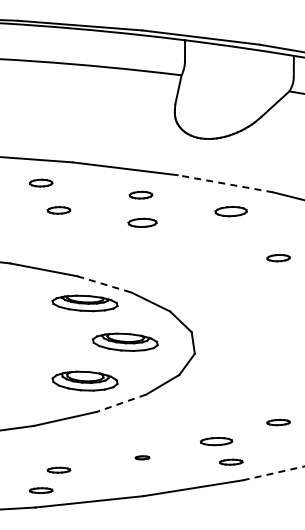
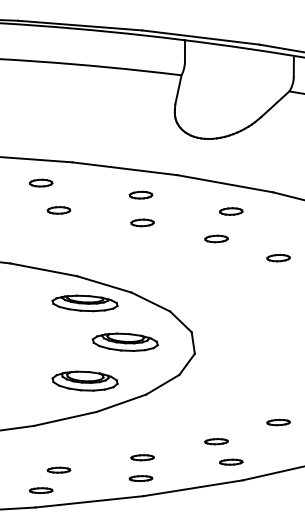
line at (225, 183): dashed -> solid
part at (230, 211) size: 34x12 px -> 25x9 px
part at (142, 222) size: 31x11 px -> 25x10 px
part at (216, 238): none -> present
line at (104, 284): dashed -> solid
line at (121, 403): dashed -> solid
part at (216, 441) size: 35x10 px -> 25x8 px
part at (142, 457) size: 17x6 px -> 25x8 px
line at (273, 473): dashed -> solid
part at (140, 478): none -> present
